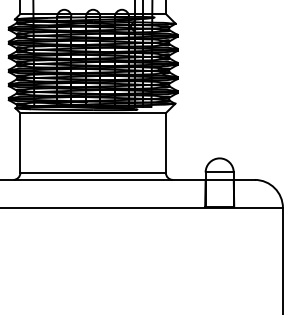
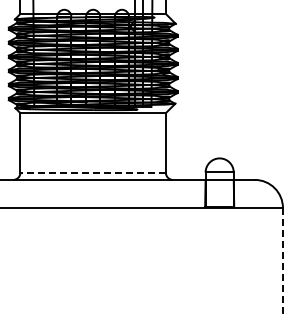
line at (93, 172): solid -> dashed
line at (282, 261): solid -> dashed
